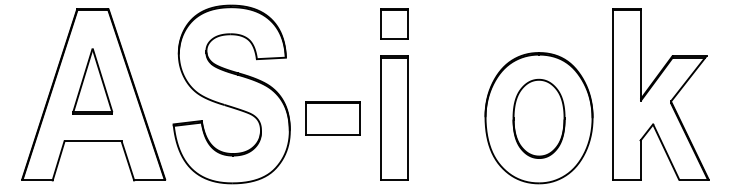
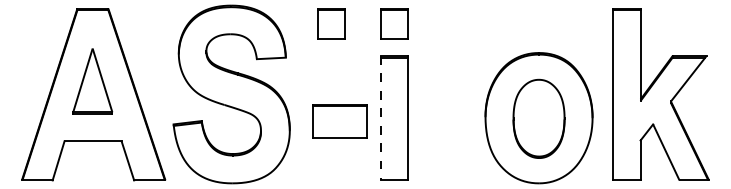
part at (331, 23): none -> present
part at (332, 118) position: (332, 118) -> (339, 121)
line at (380, 118): solid -> dashed
